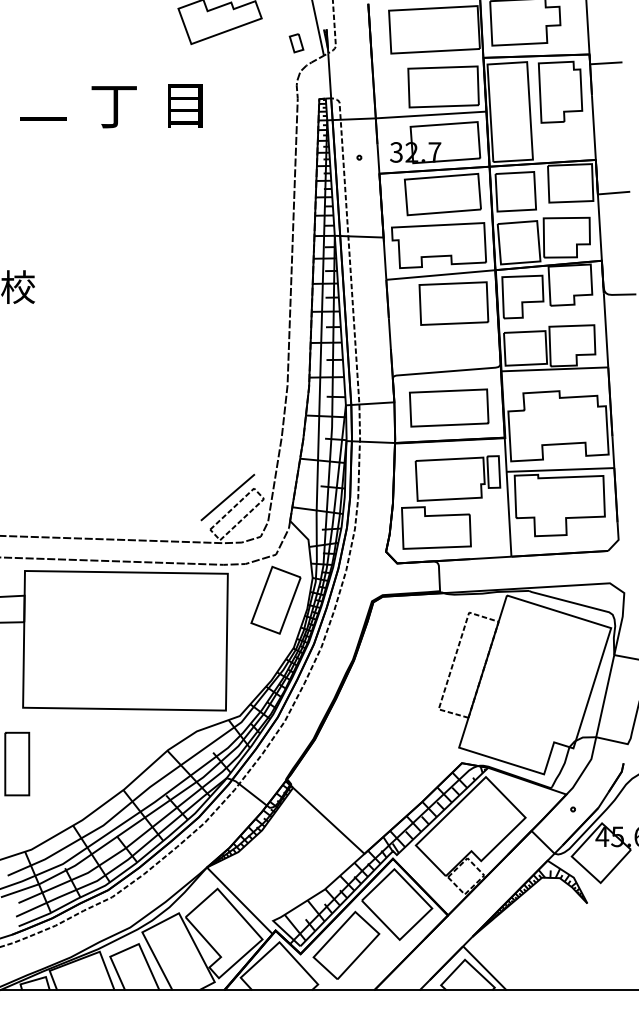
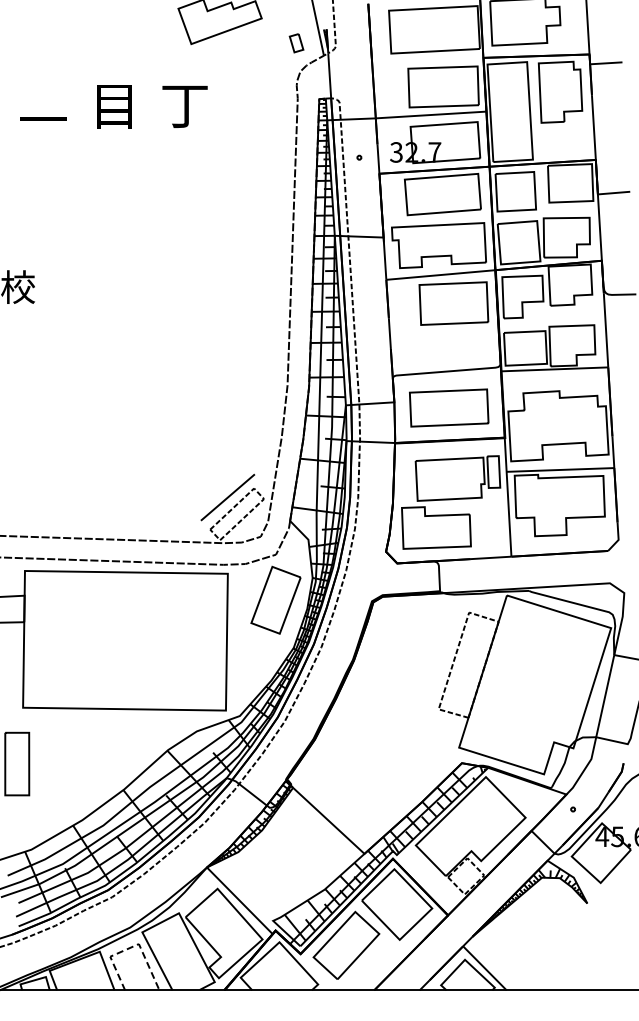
text at (113, 106): 丁 -> 目
text at (184, 106): 目 -> 丁
line at (130, 947): solid -> dashed
